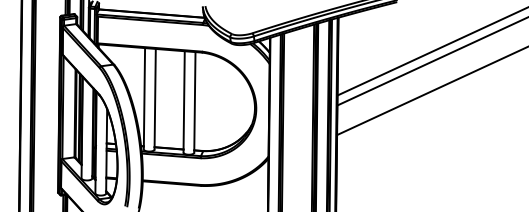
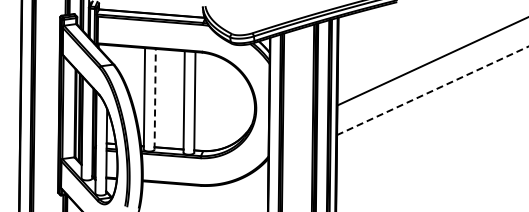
line at (431, 51): present -> none
line at (432, 91): solid -> dashed
line at (155, 98): solid -> dashed
